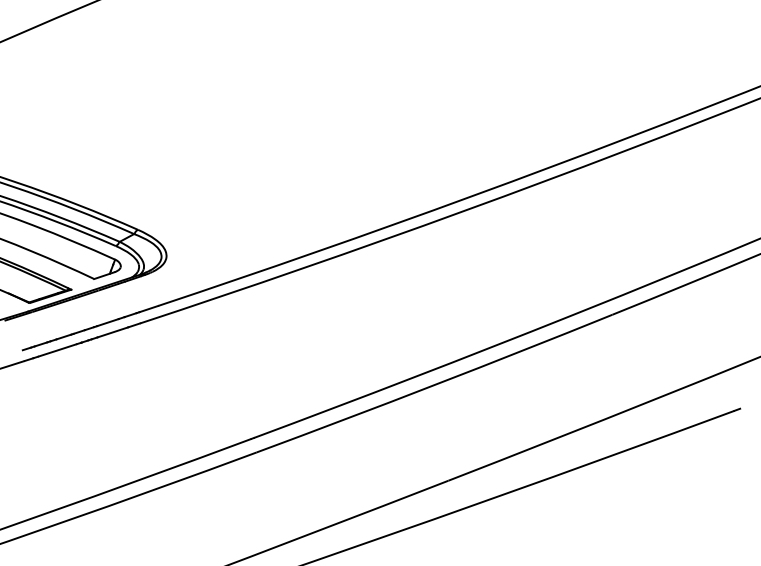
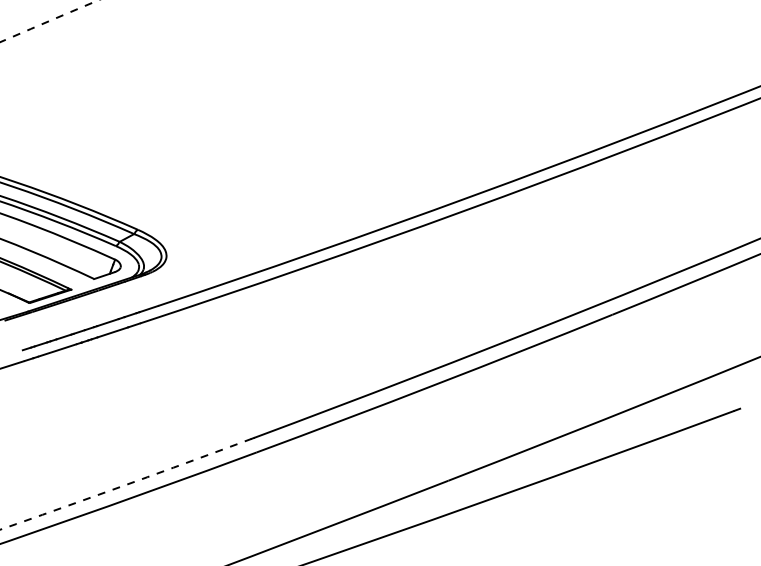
arc at (48, 21): solid -> dashed
arc at (126, 484): solid -> dashed
